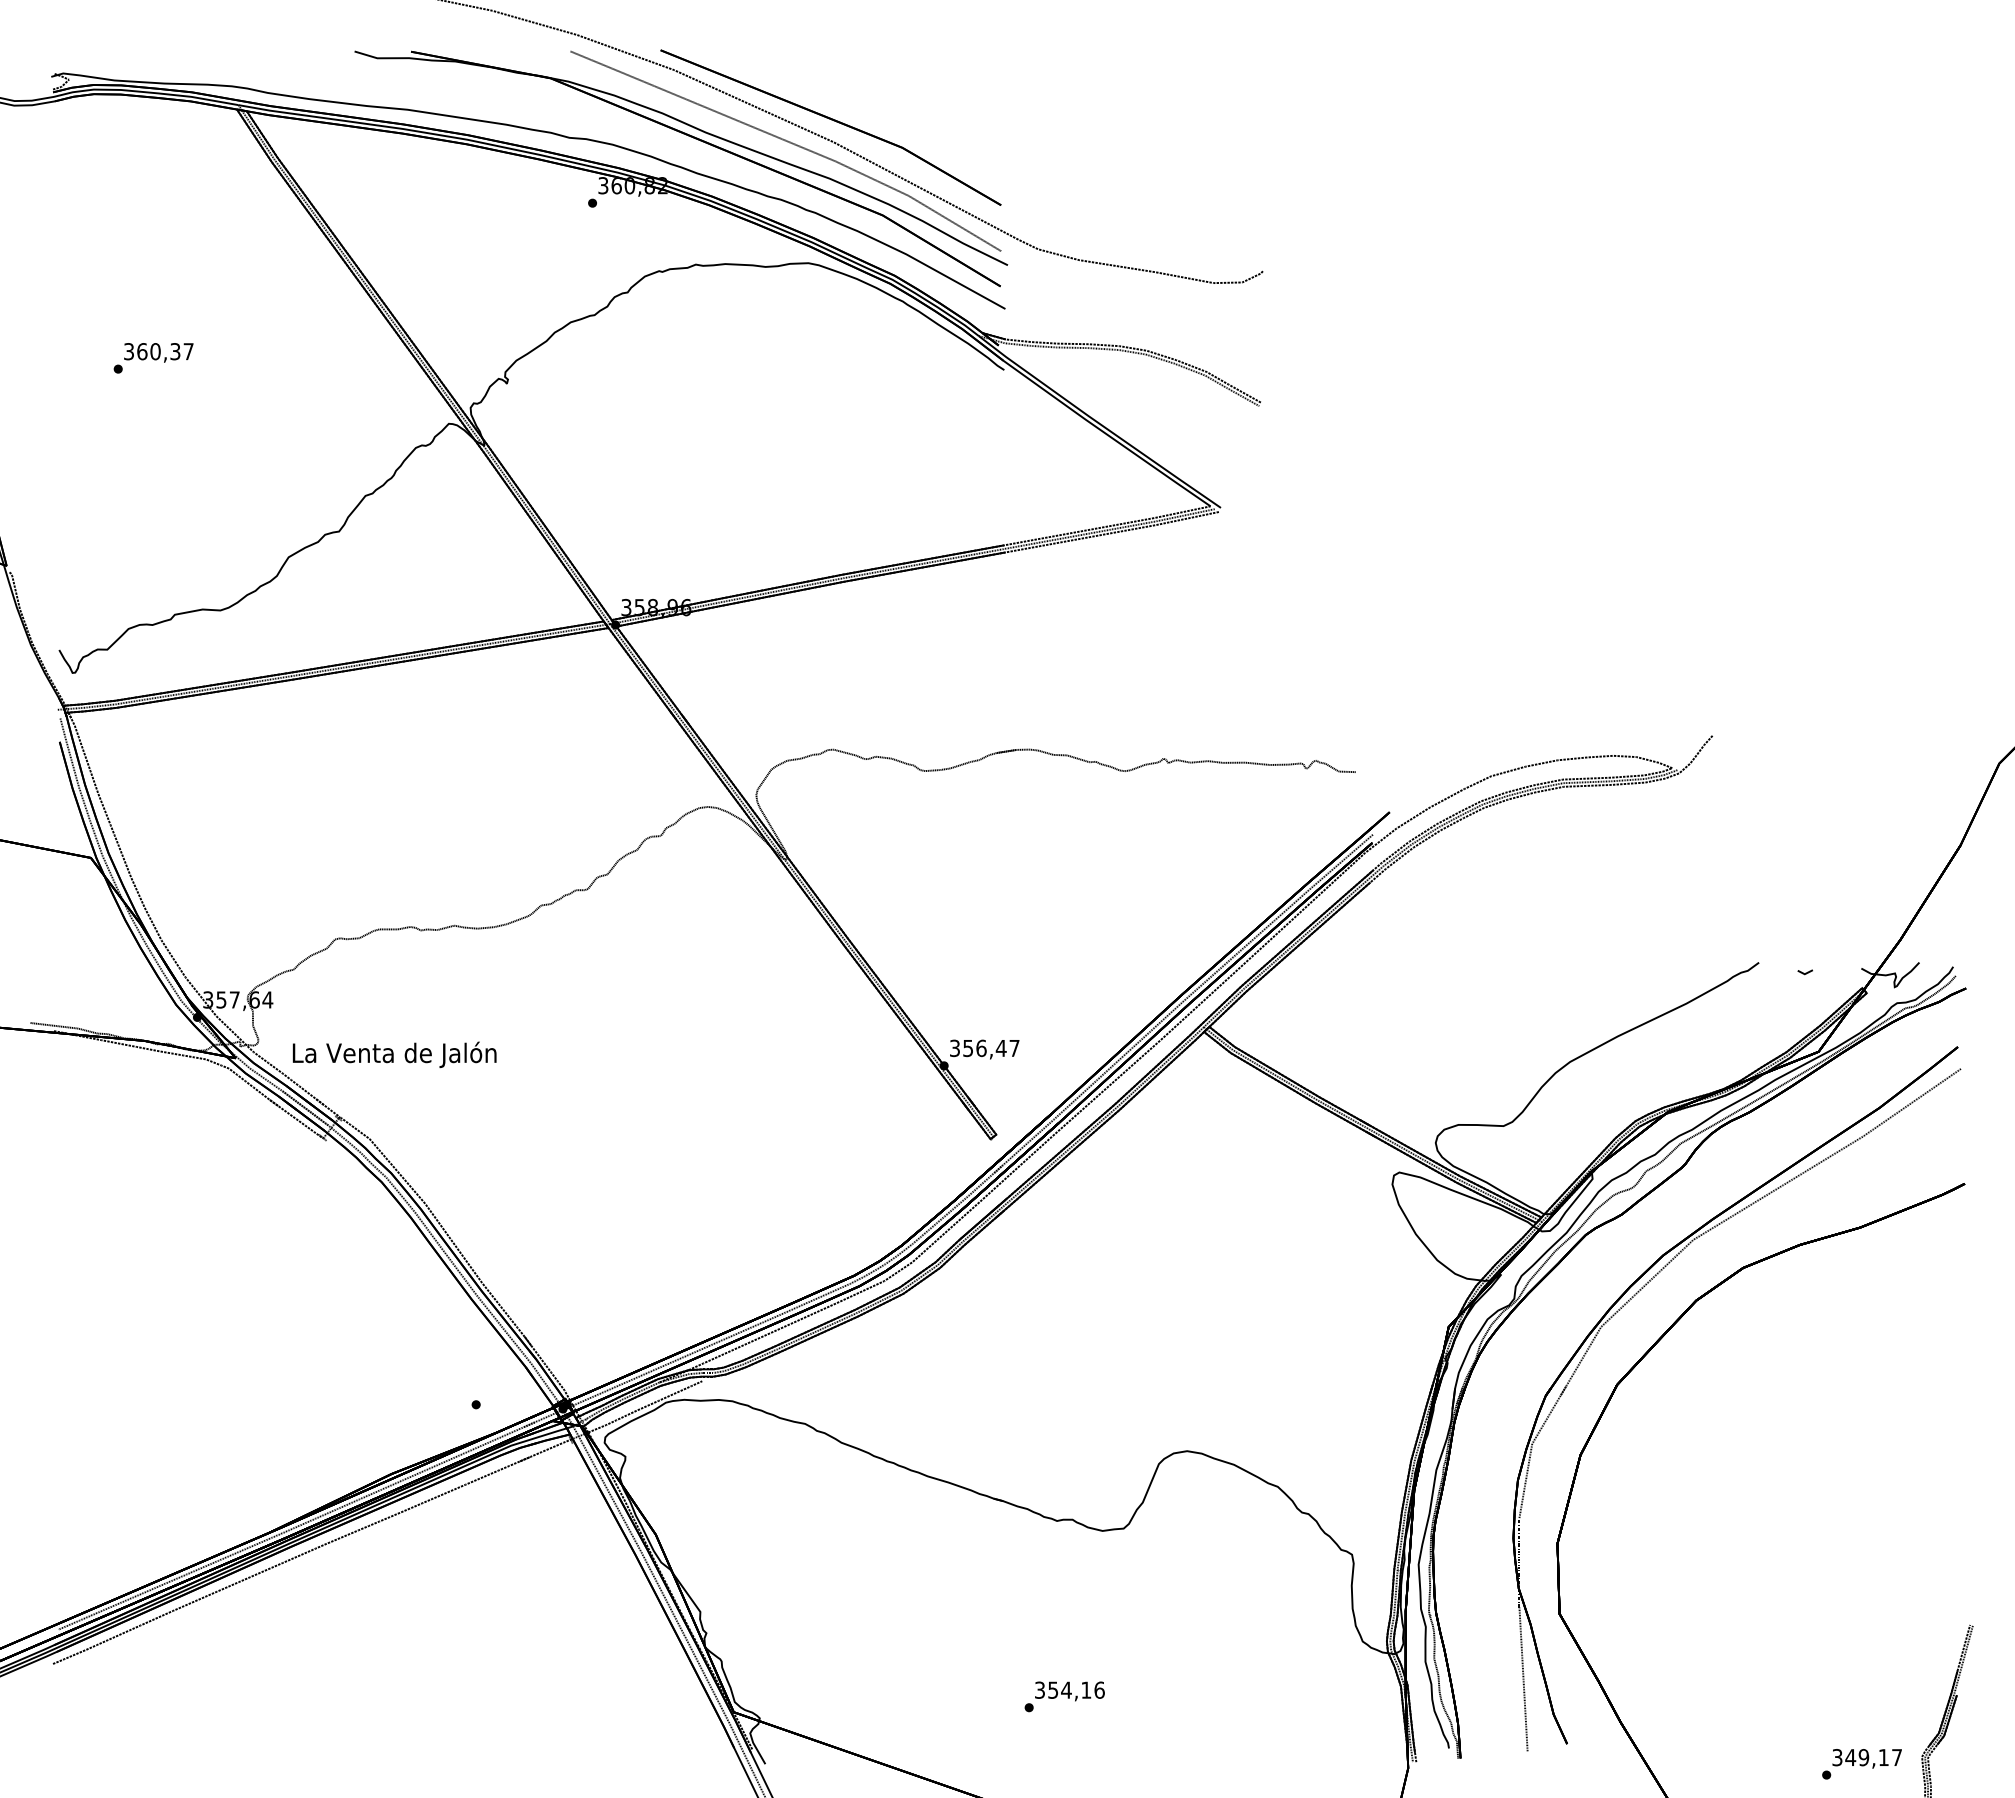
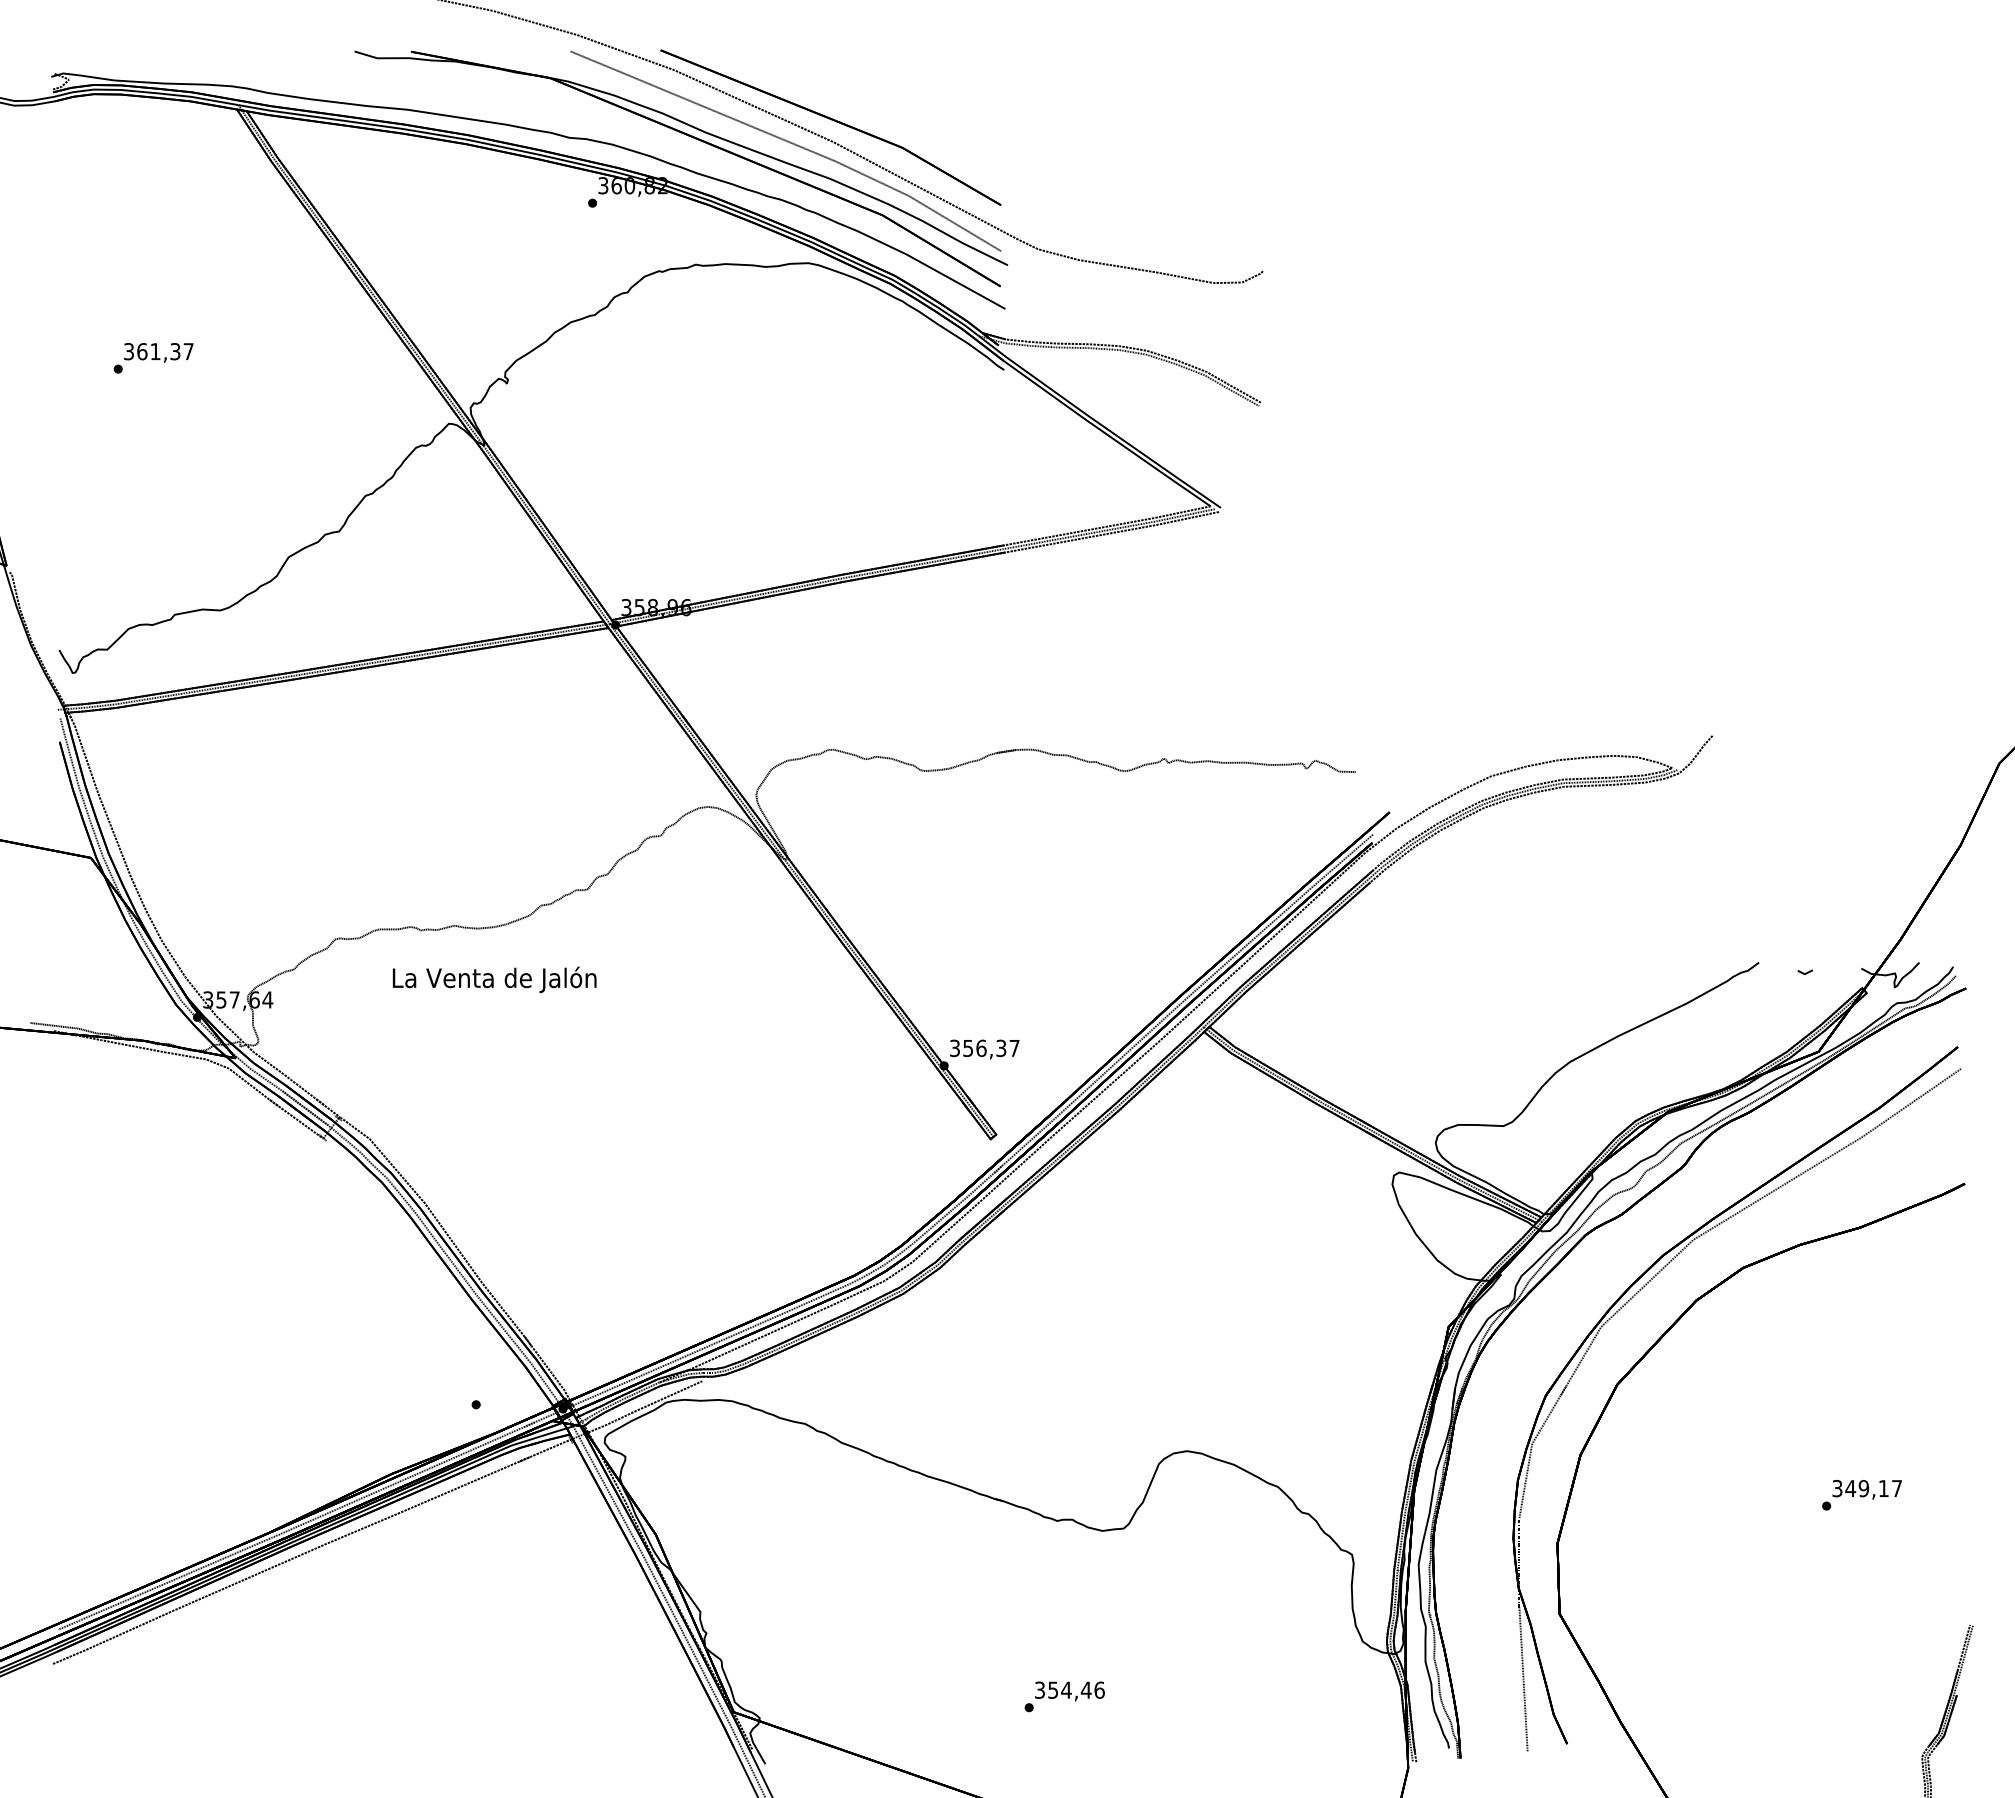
text at (155, 351): 360,37 -> 361,37
text at (1000, 1048): 356,47 -> 356,37
text at (394, 1054) position: (394, 1054) -> (494, 979)
text at (1085, 1689): 354,16 -> 354,46
text at (1861, 1764) position: (1861, 1764) -> (1861, 1495)
